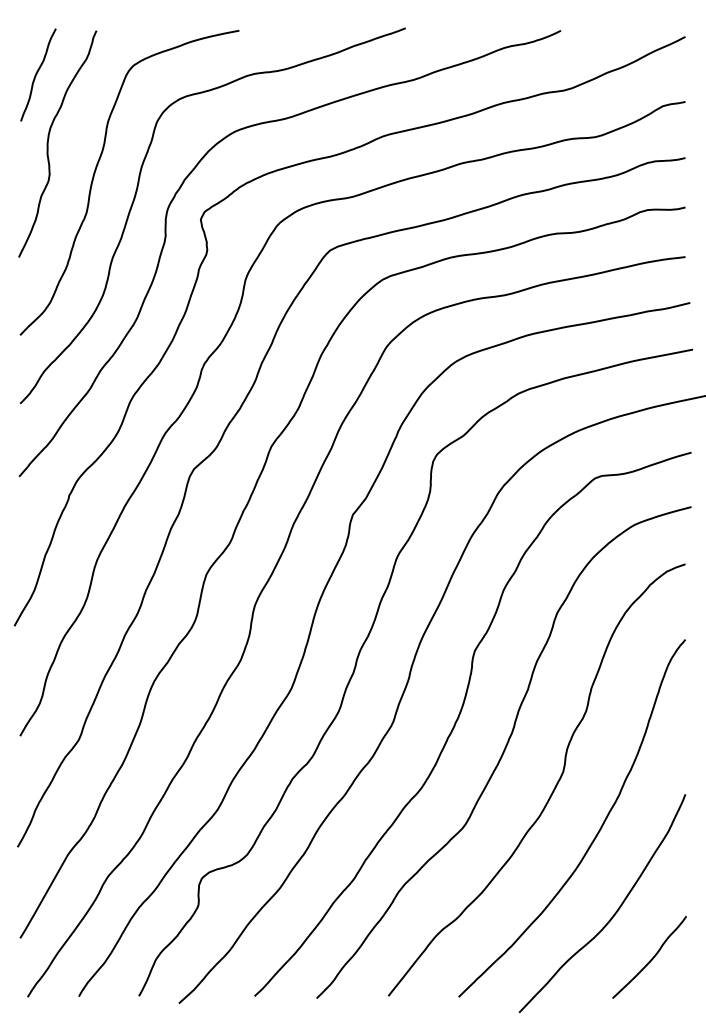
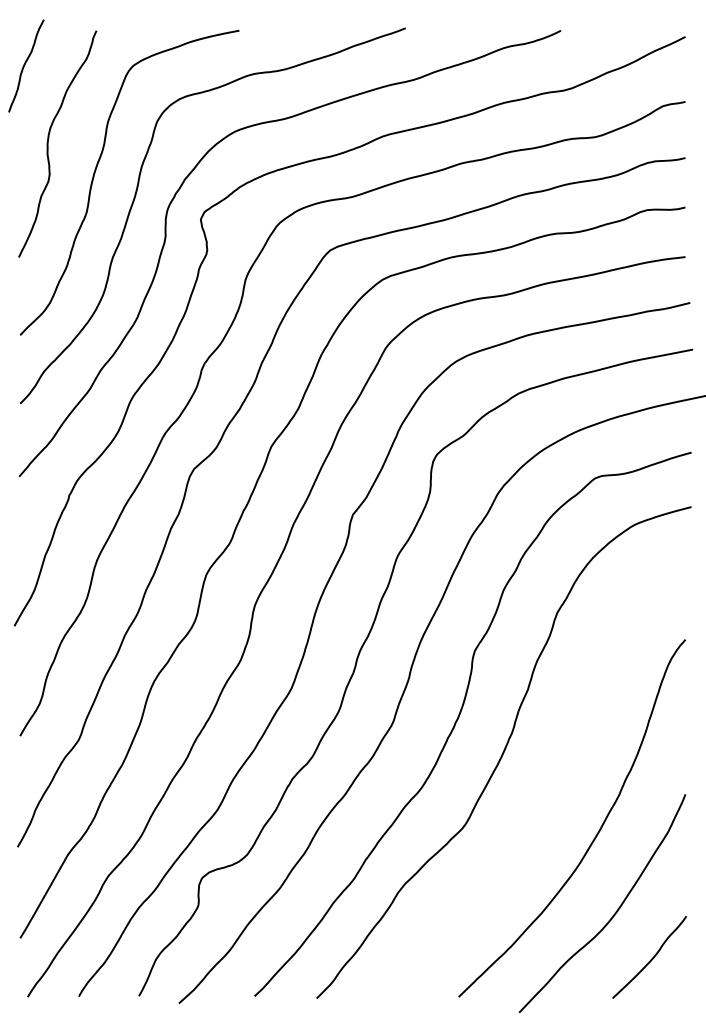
curve at (37, 74) position: (37, 74) -> (25, 65)
curve at (553, 788): present -> none
